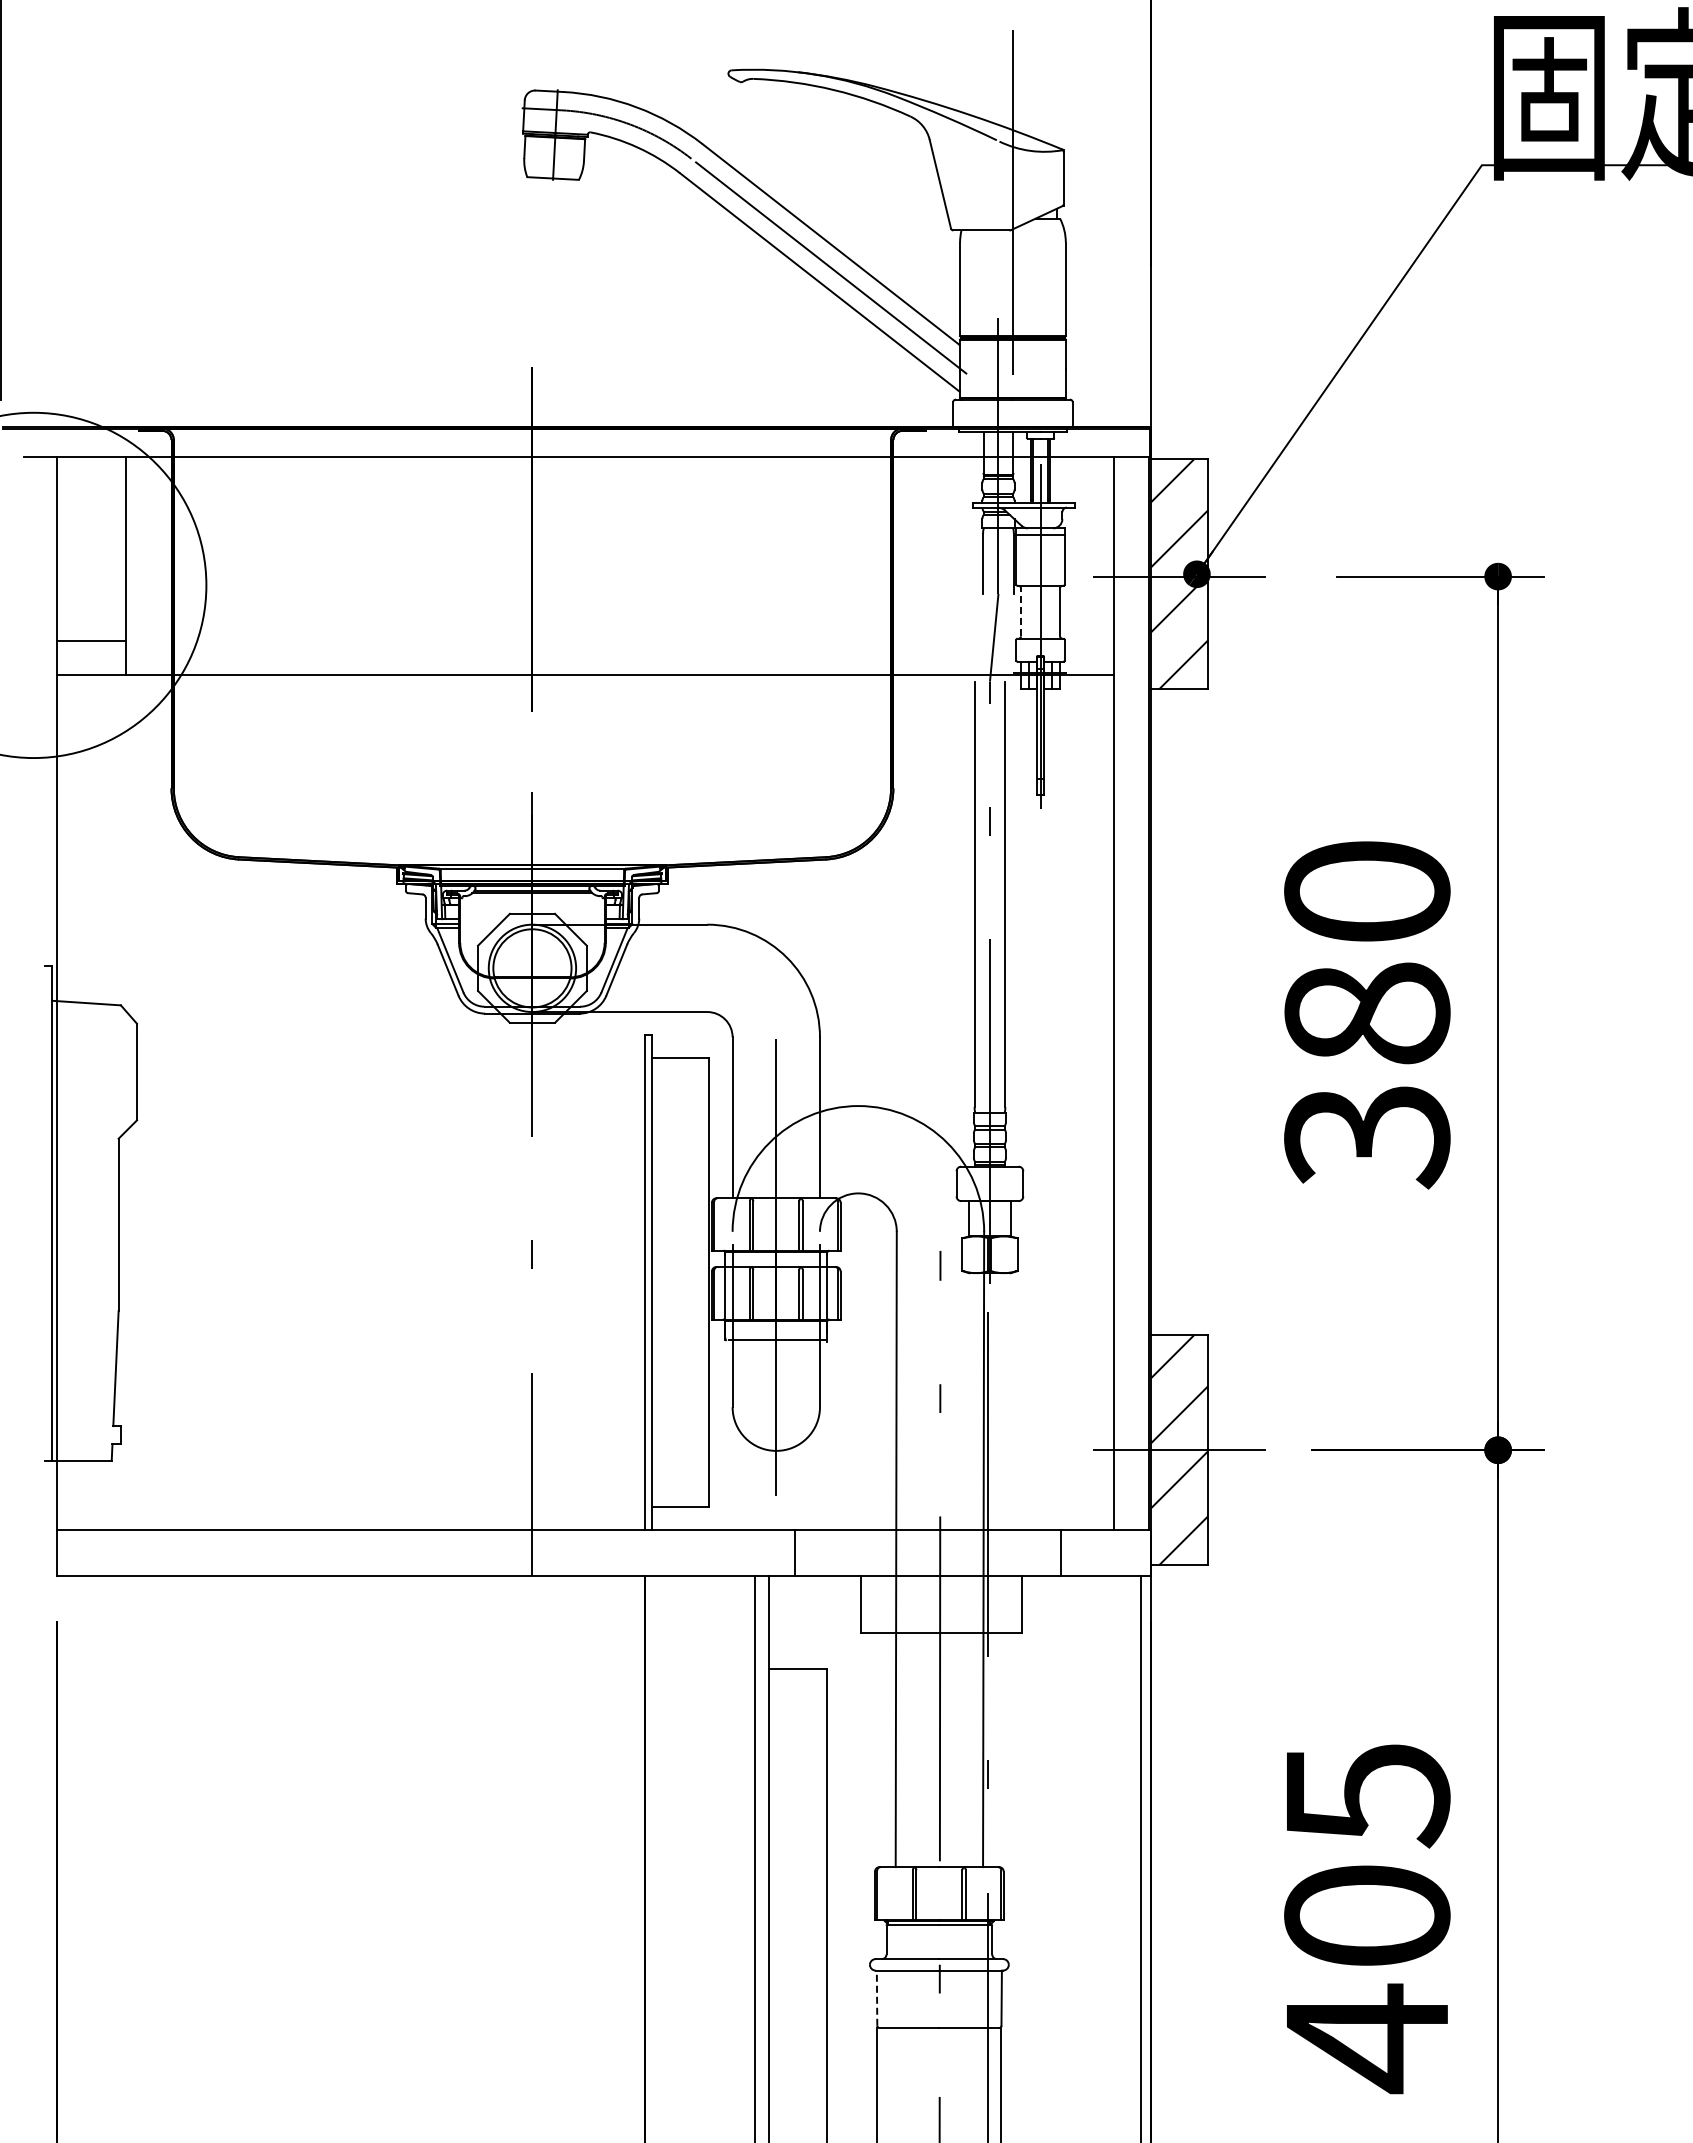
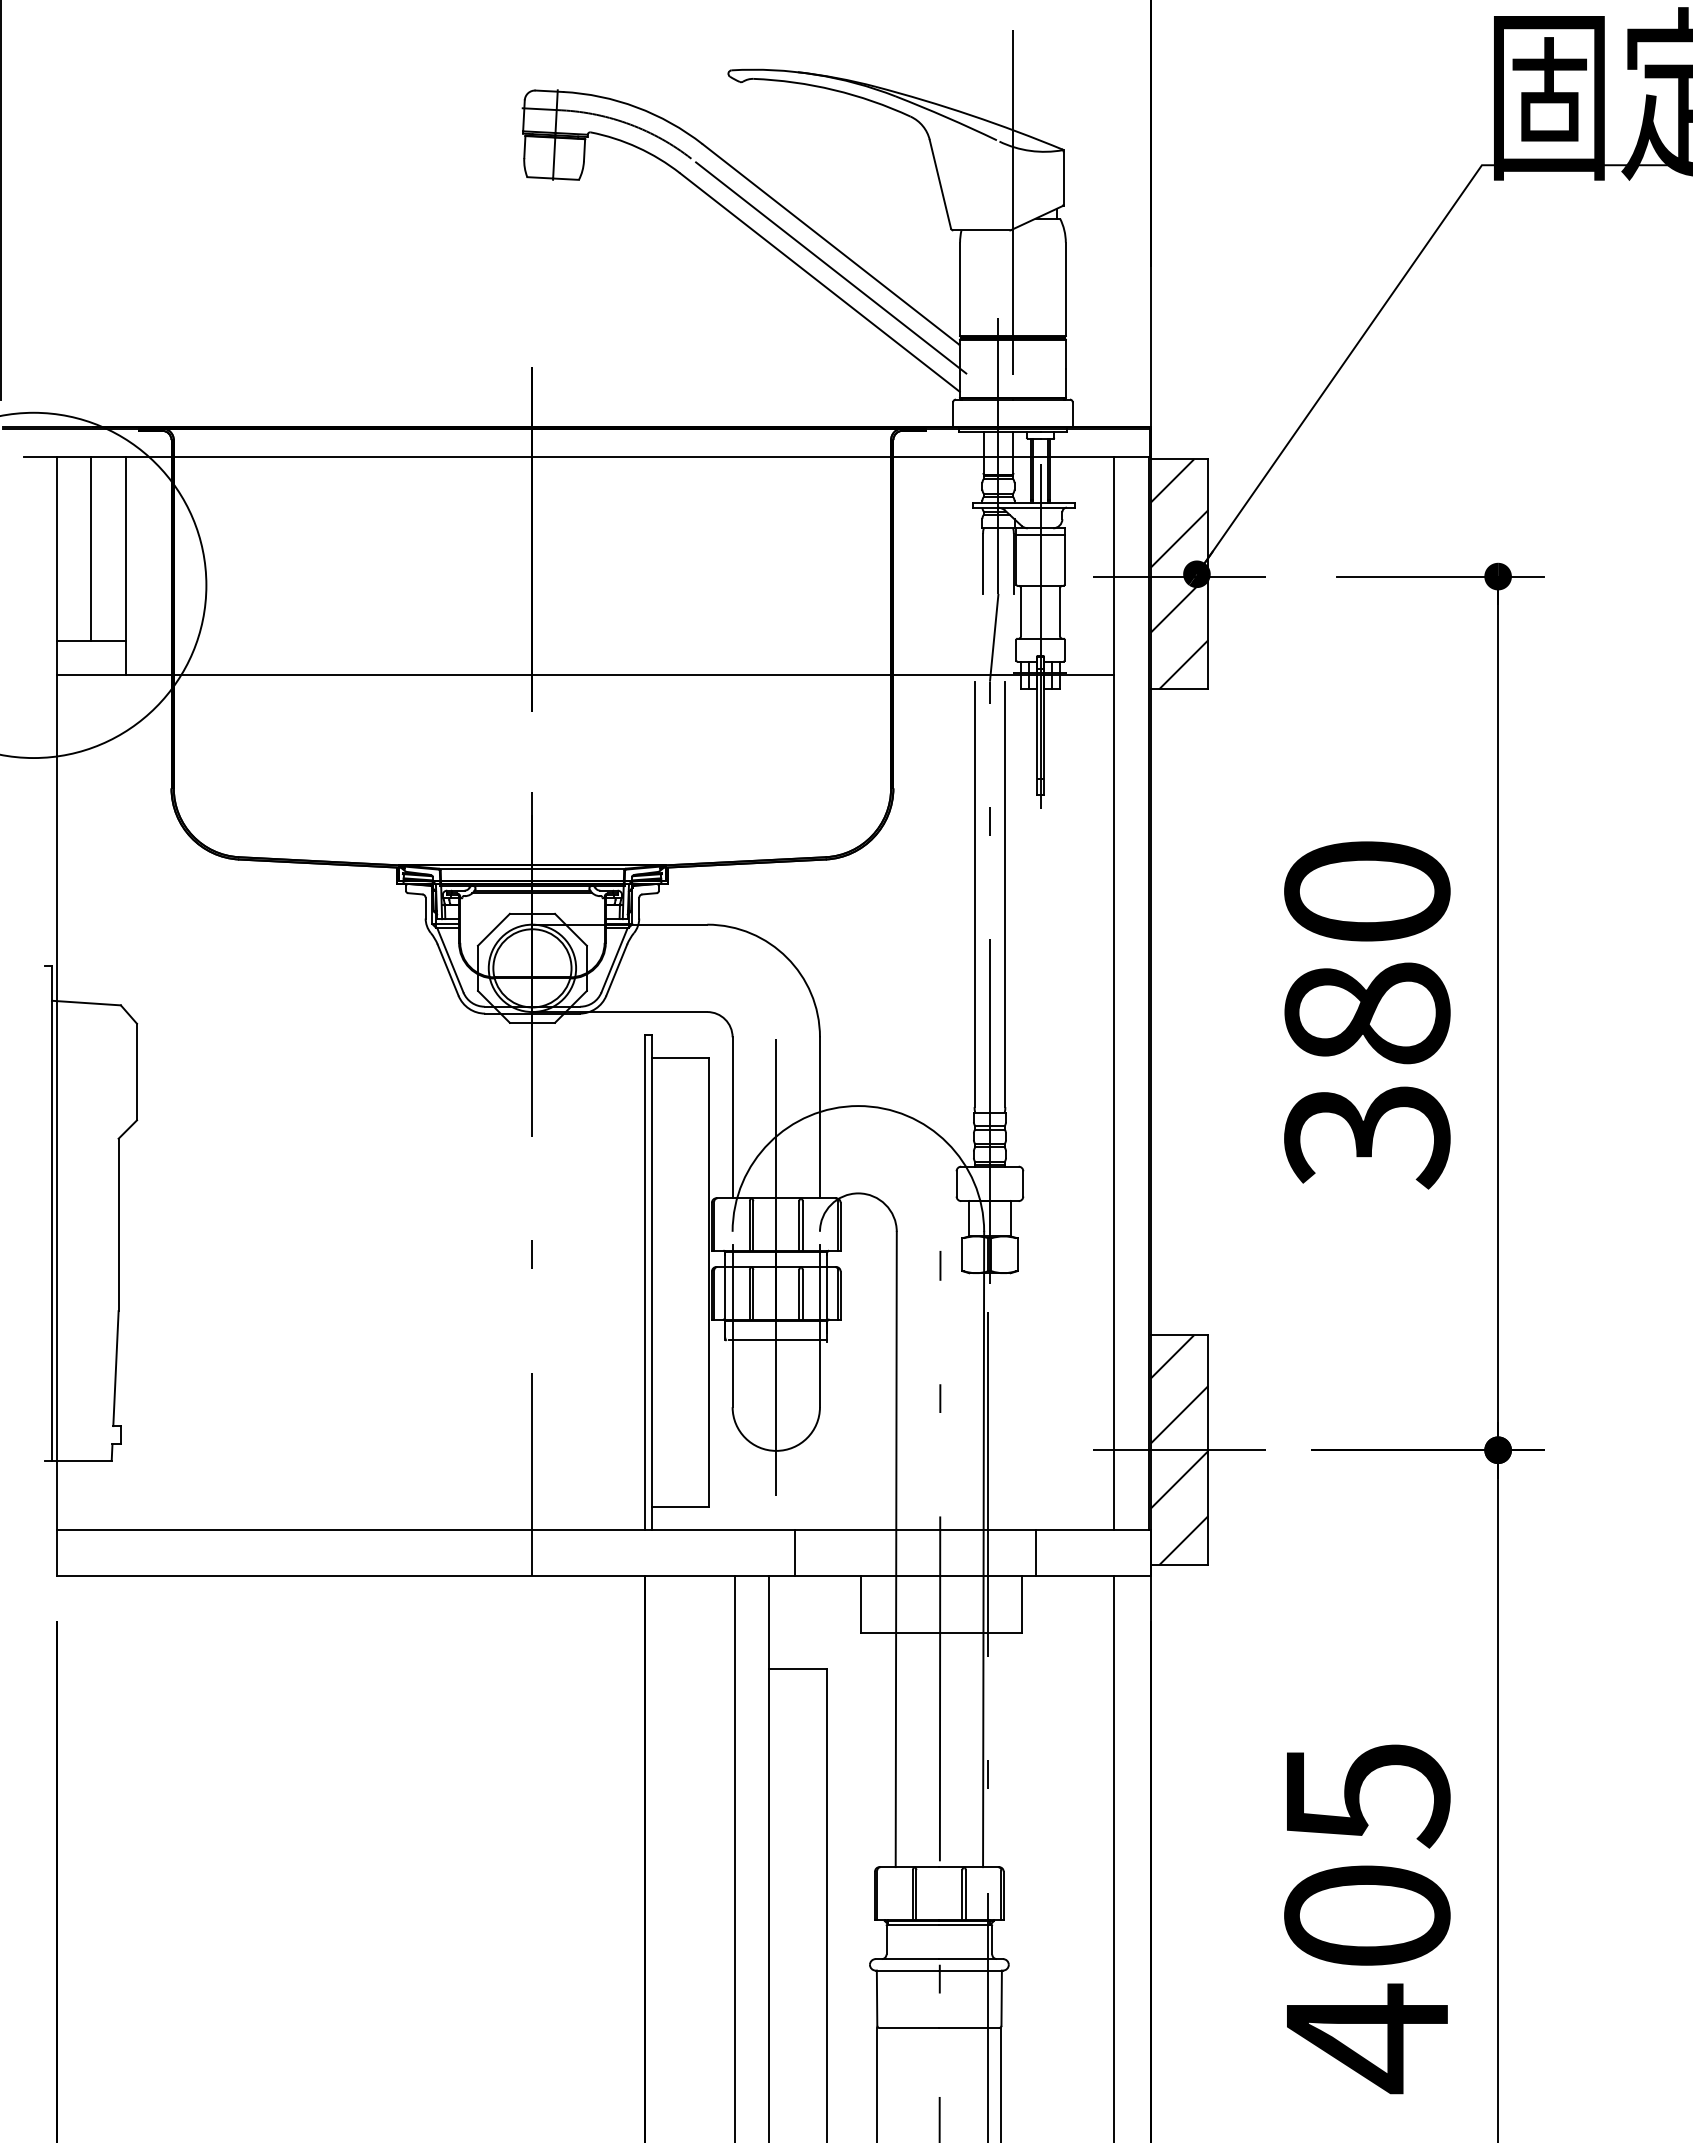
line at (91, 548): none -> present
line at (1021, 611): dashed -> solid
line at (1060, 1552) position: (1060, 1552) -> (1035, 1552)
line at (754, 1857) position: (754, 1857) -> (734, 1857)
line at (1141, 1857) position: (1141, 1857) -> (1114, 1857)
line at (877, 1998): dashed -> solid
